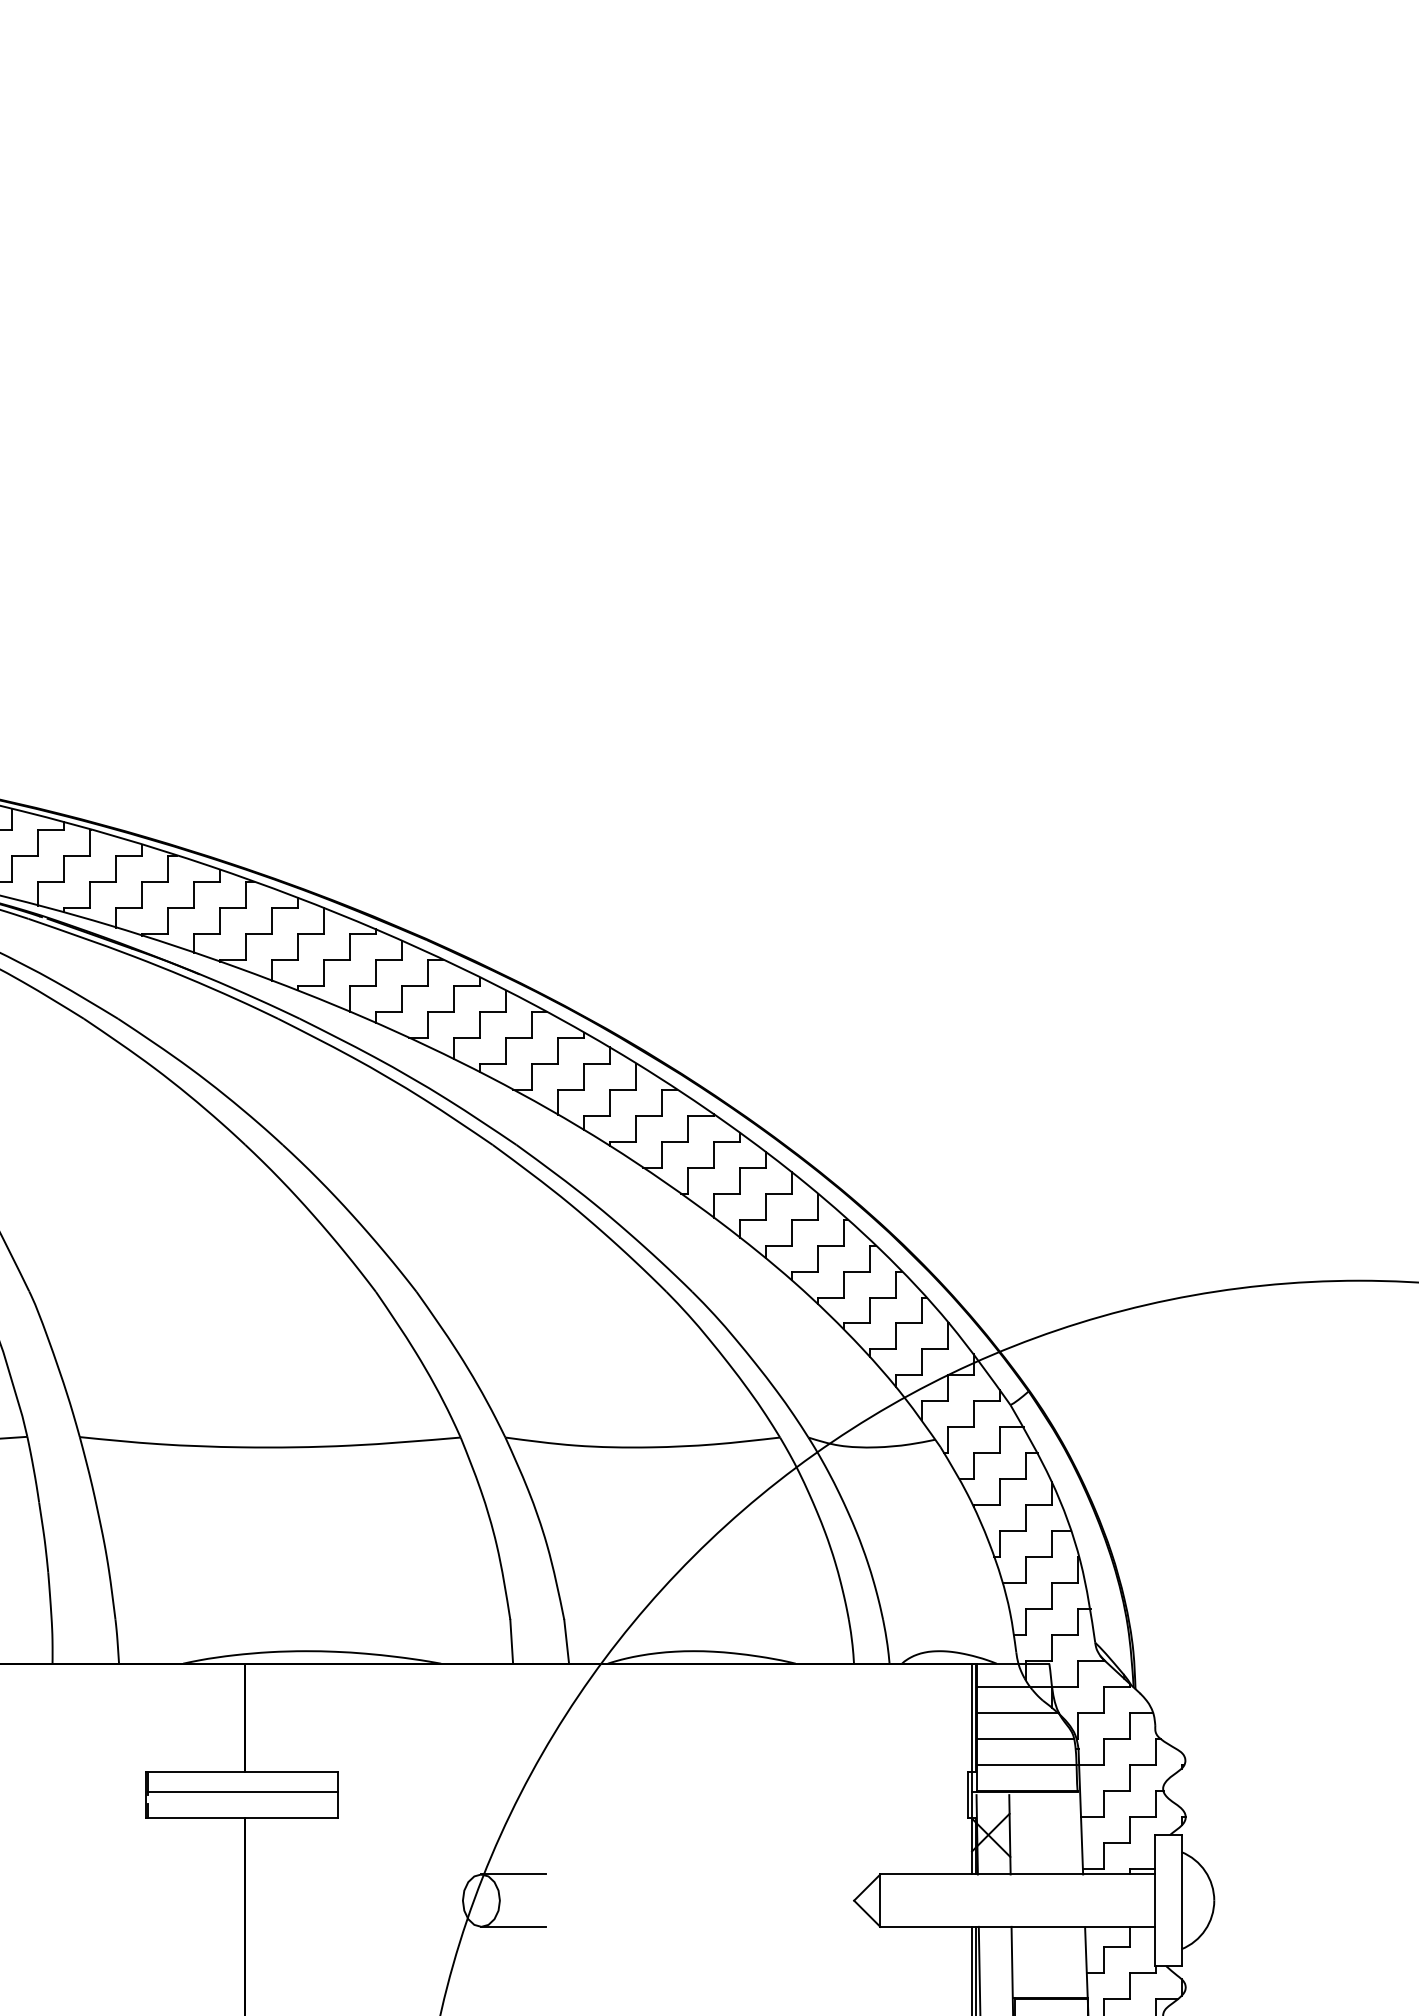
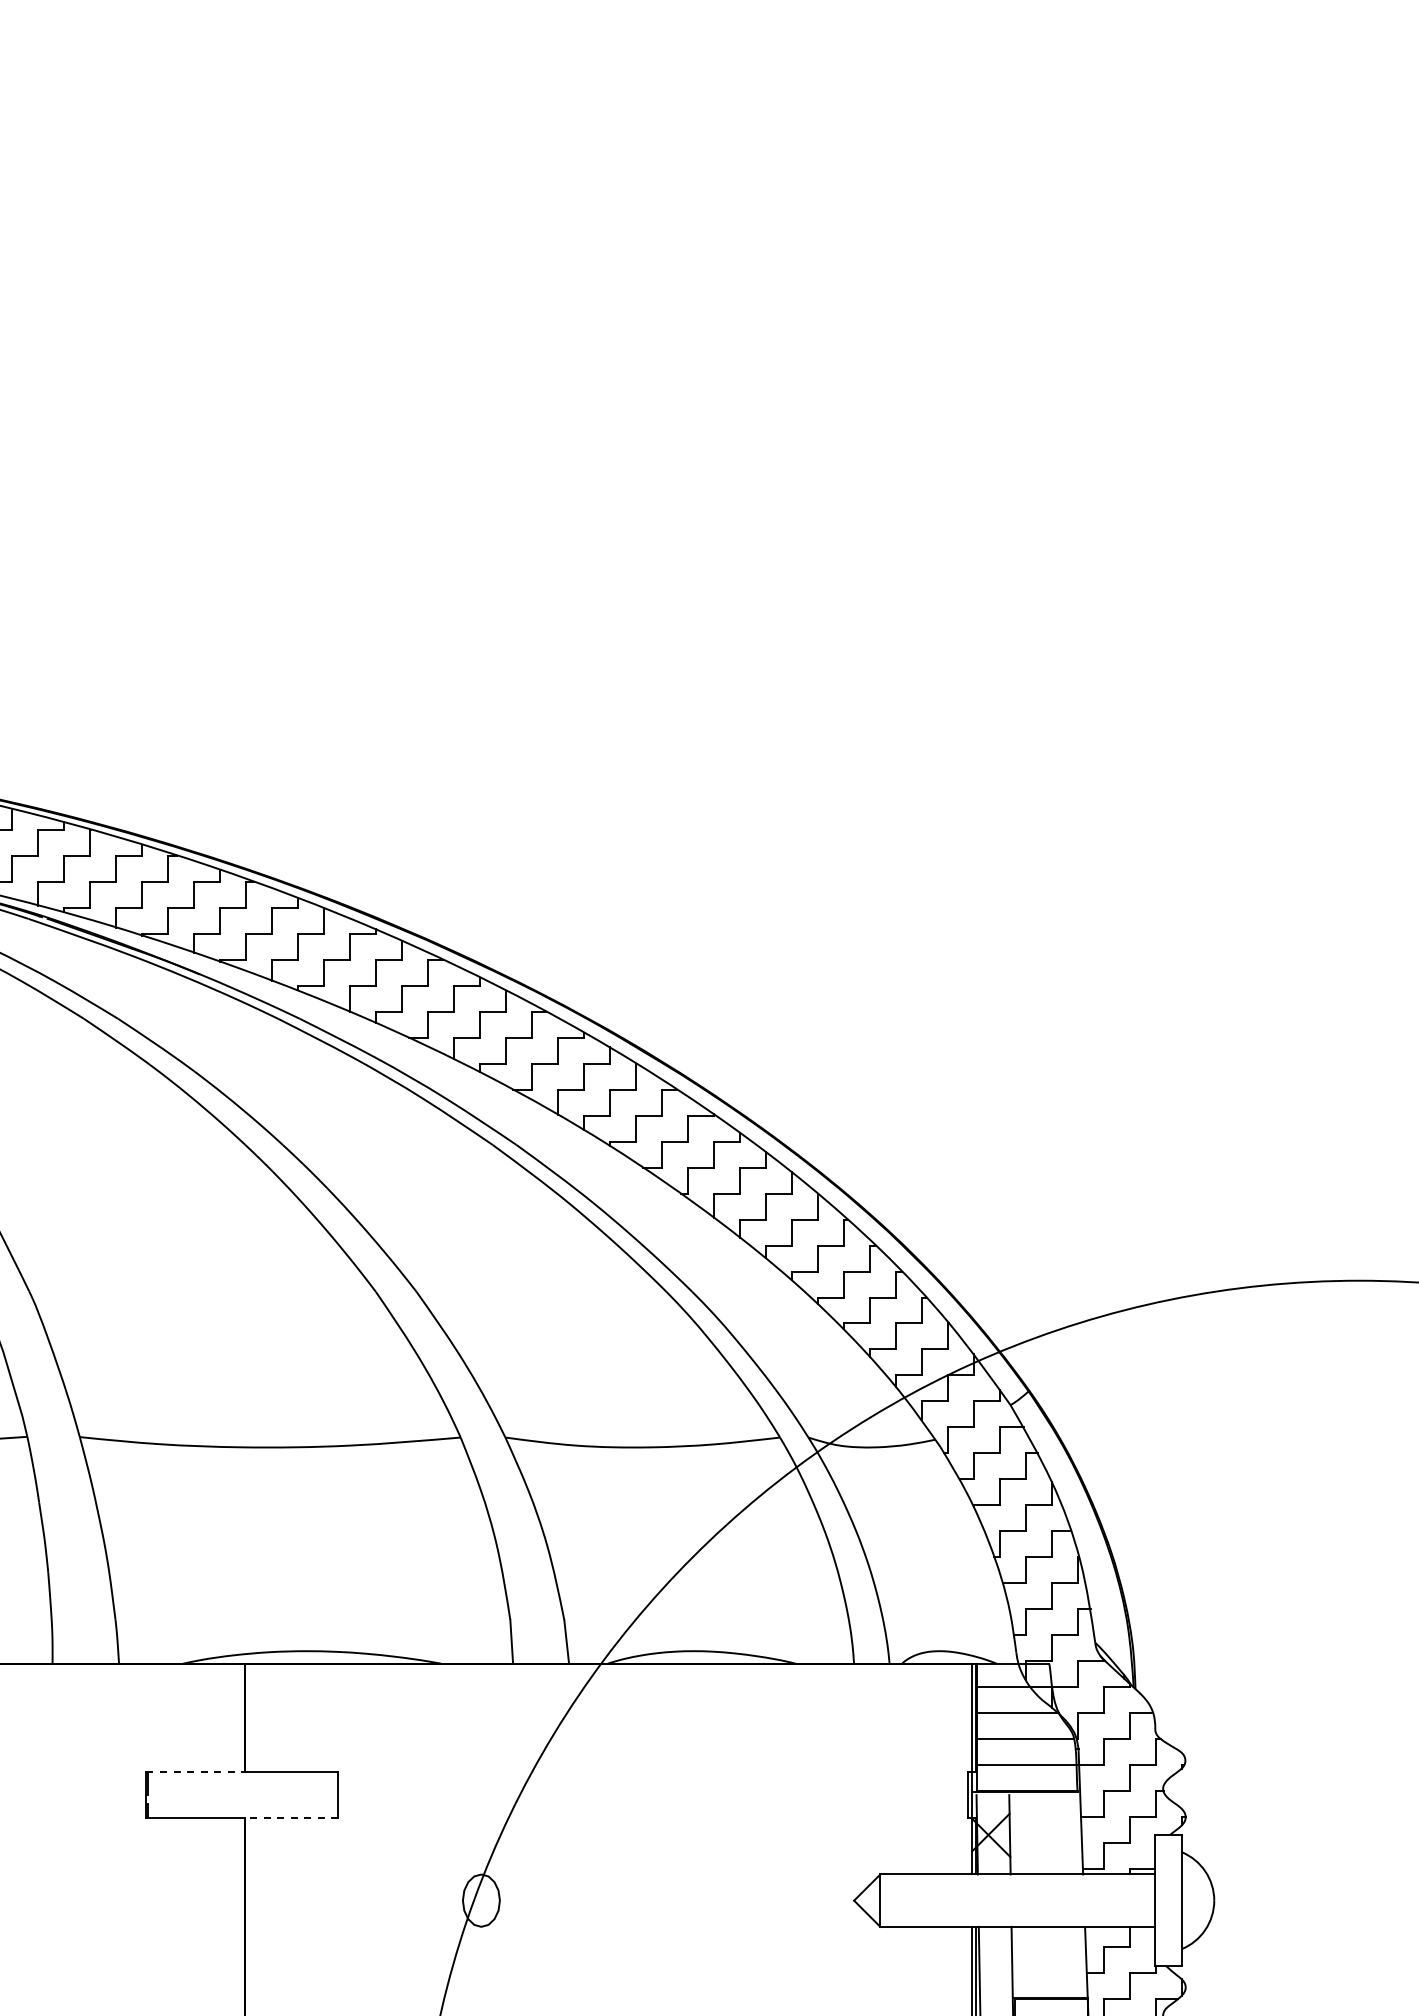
line at (196, 1772): solid -> dashed
line at (243, 1792): present -> none
line at (291, 1818): solid -> dashed
line at (513, 1874): present -> none
line at (513, 1926): present -> none
